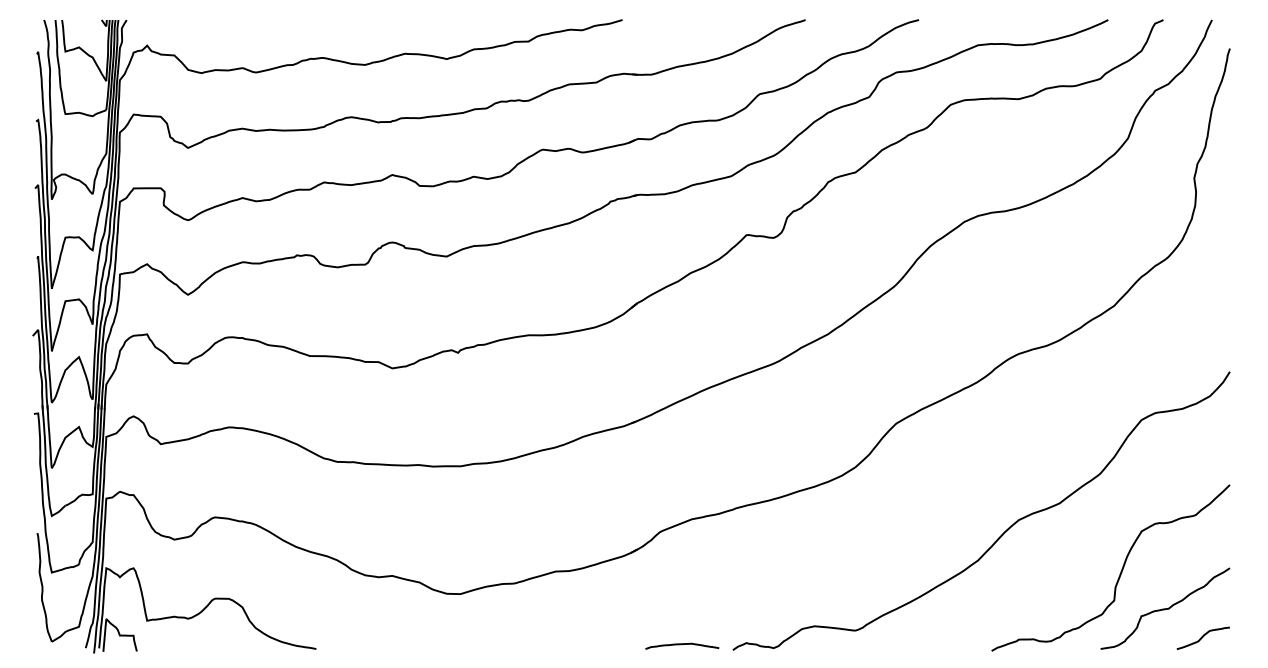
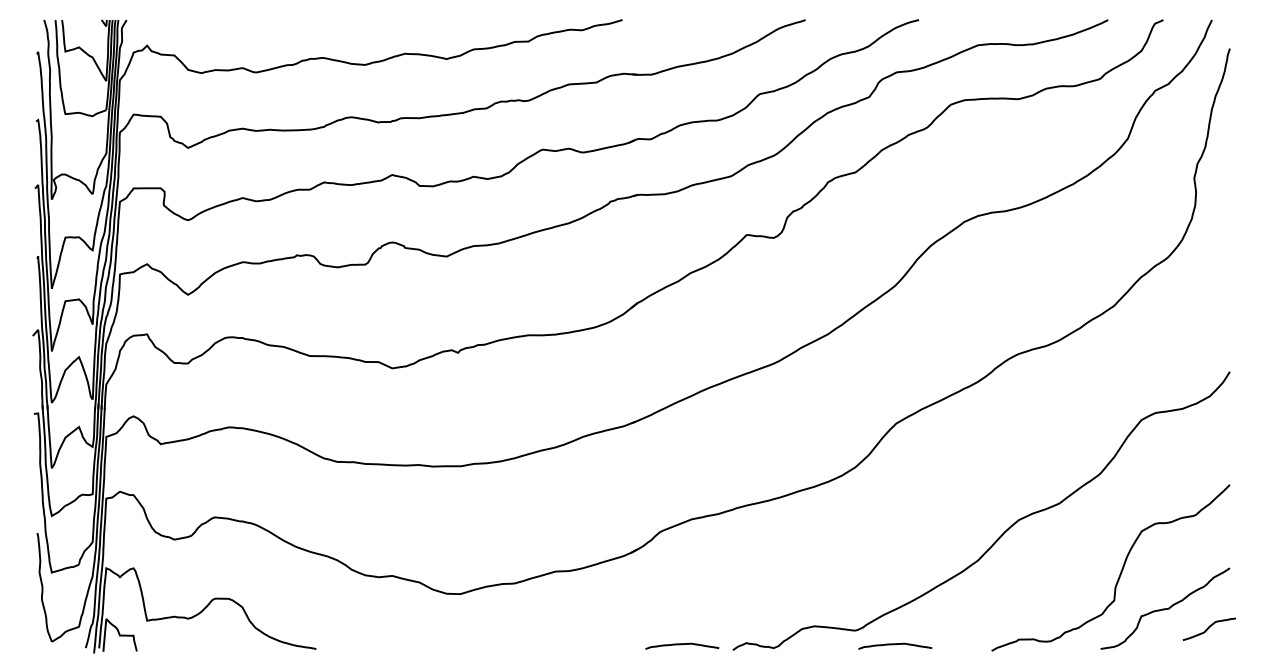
curve at (1202, 637) position: (1202, 637) -> (1208, 628)
curve at (895, 644): none -> present
